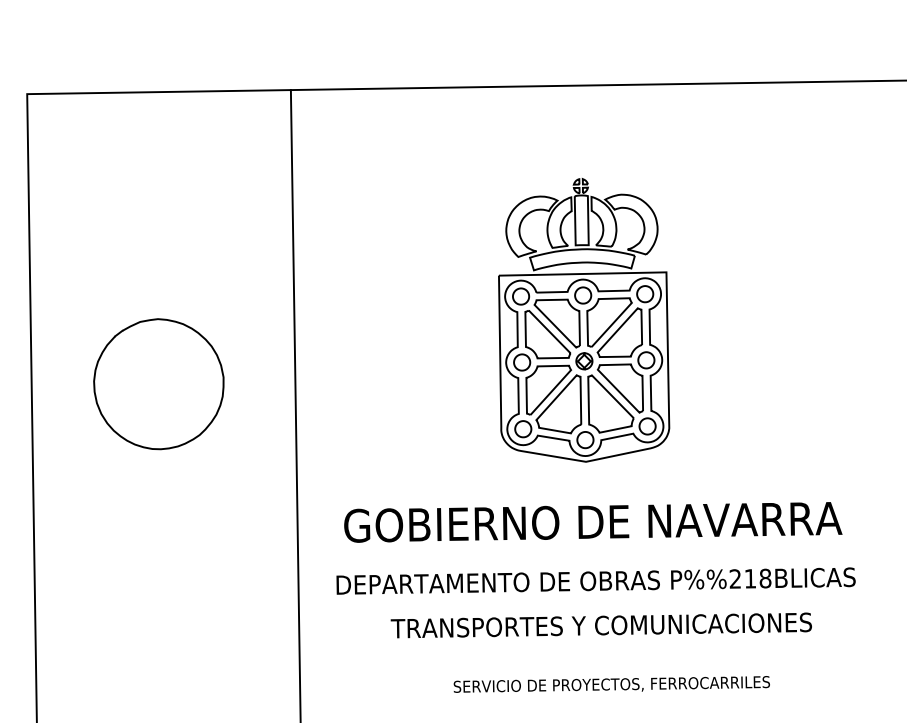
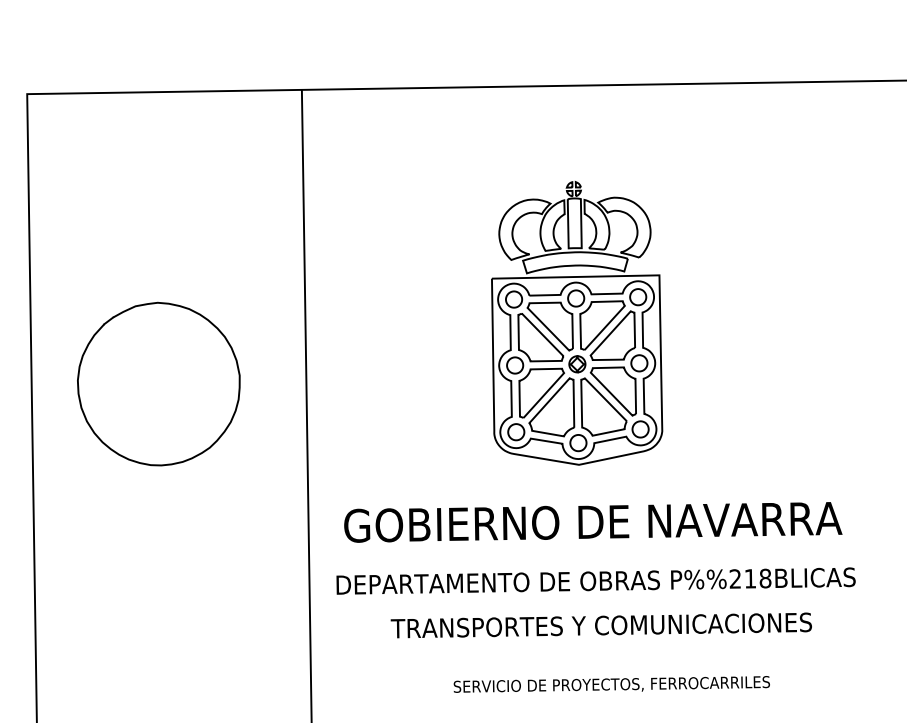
part at (584, 320) position: (584, 320) -> (577, 323)
part at (158, 384) size: 132x133 px -> 164x166 px
line at (295, 404) position: (295, 404) -> (306, 404)
